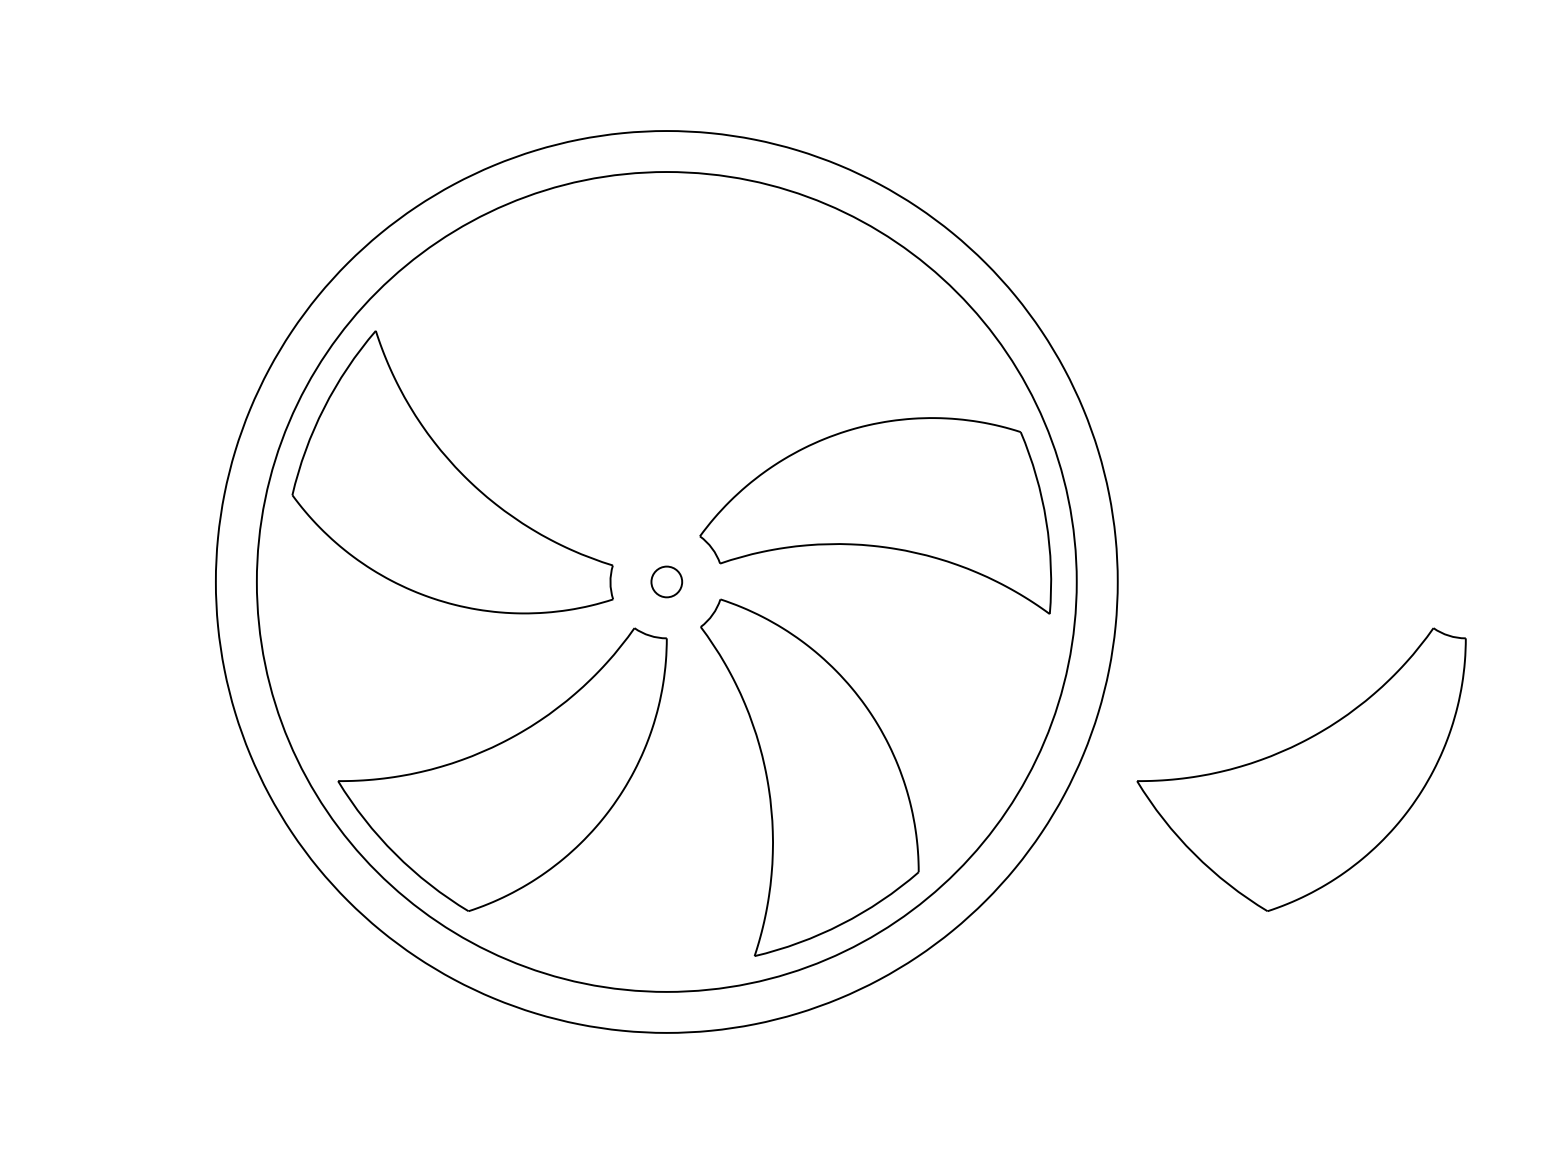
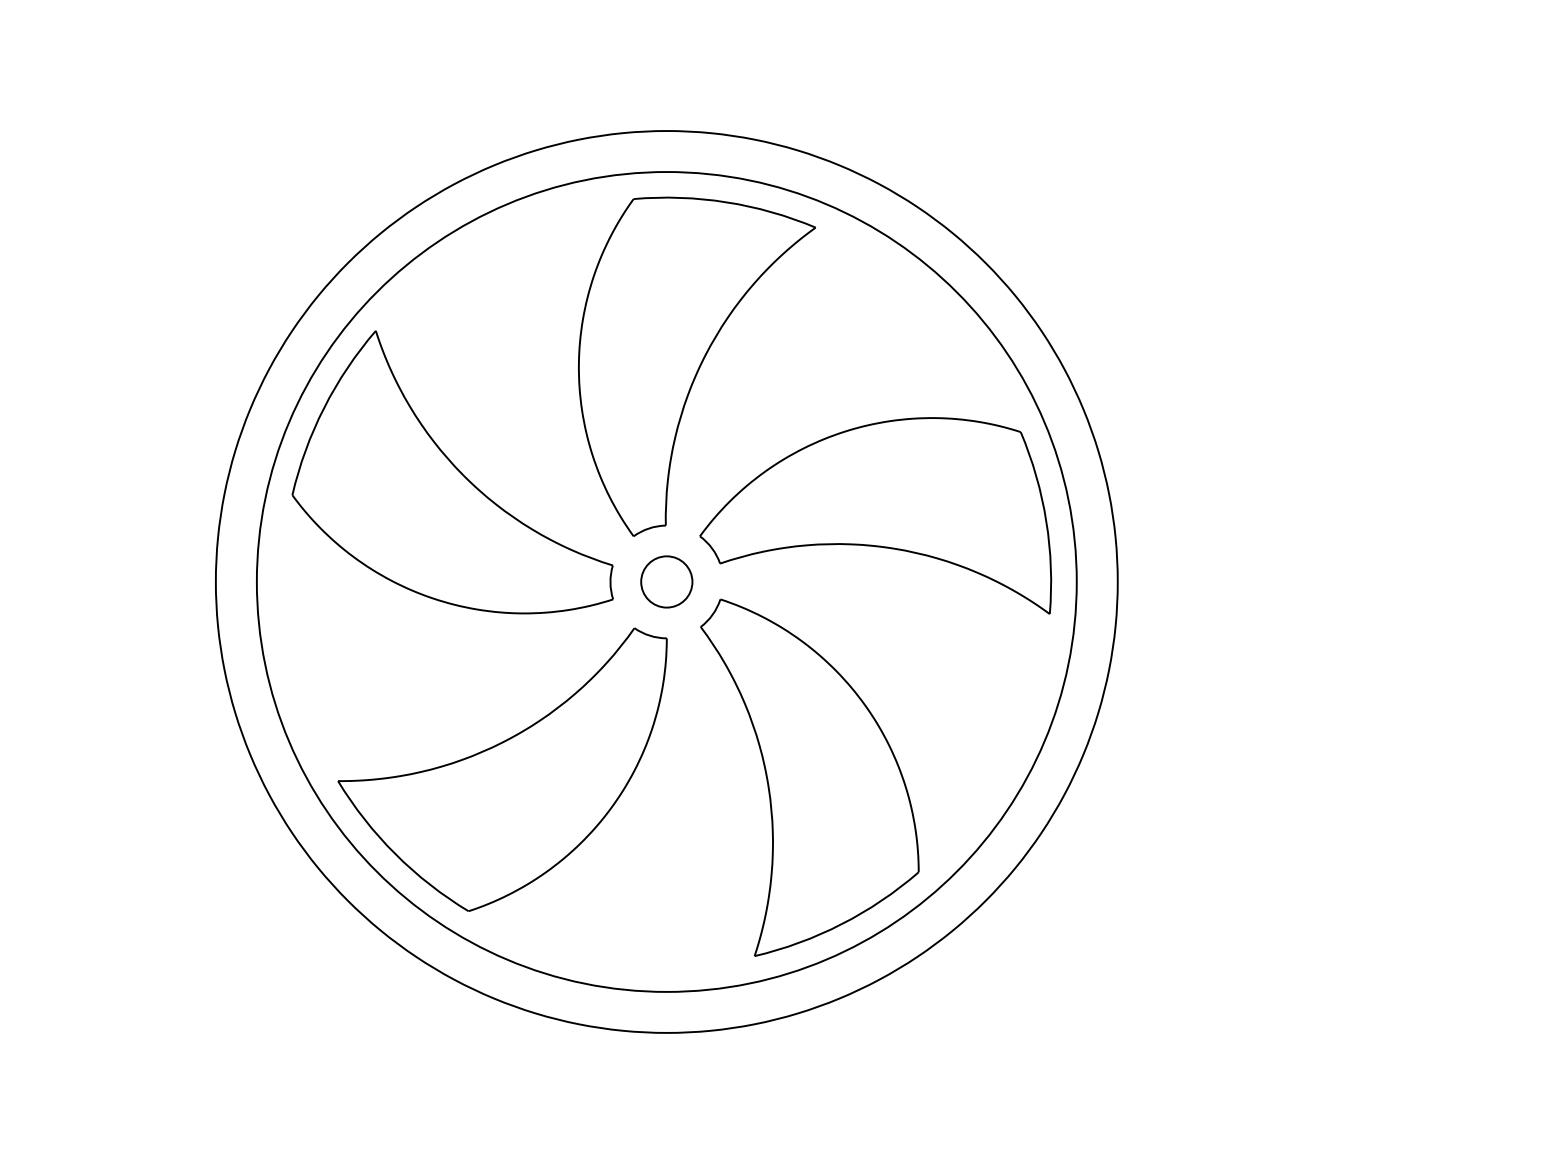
part at (696, 366): none -> present
circle at (666, 581) diameter: 31 px -> 51 px
part at (1301, 769): present -> none
